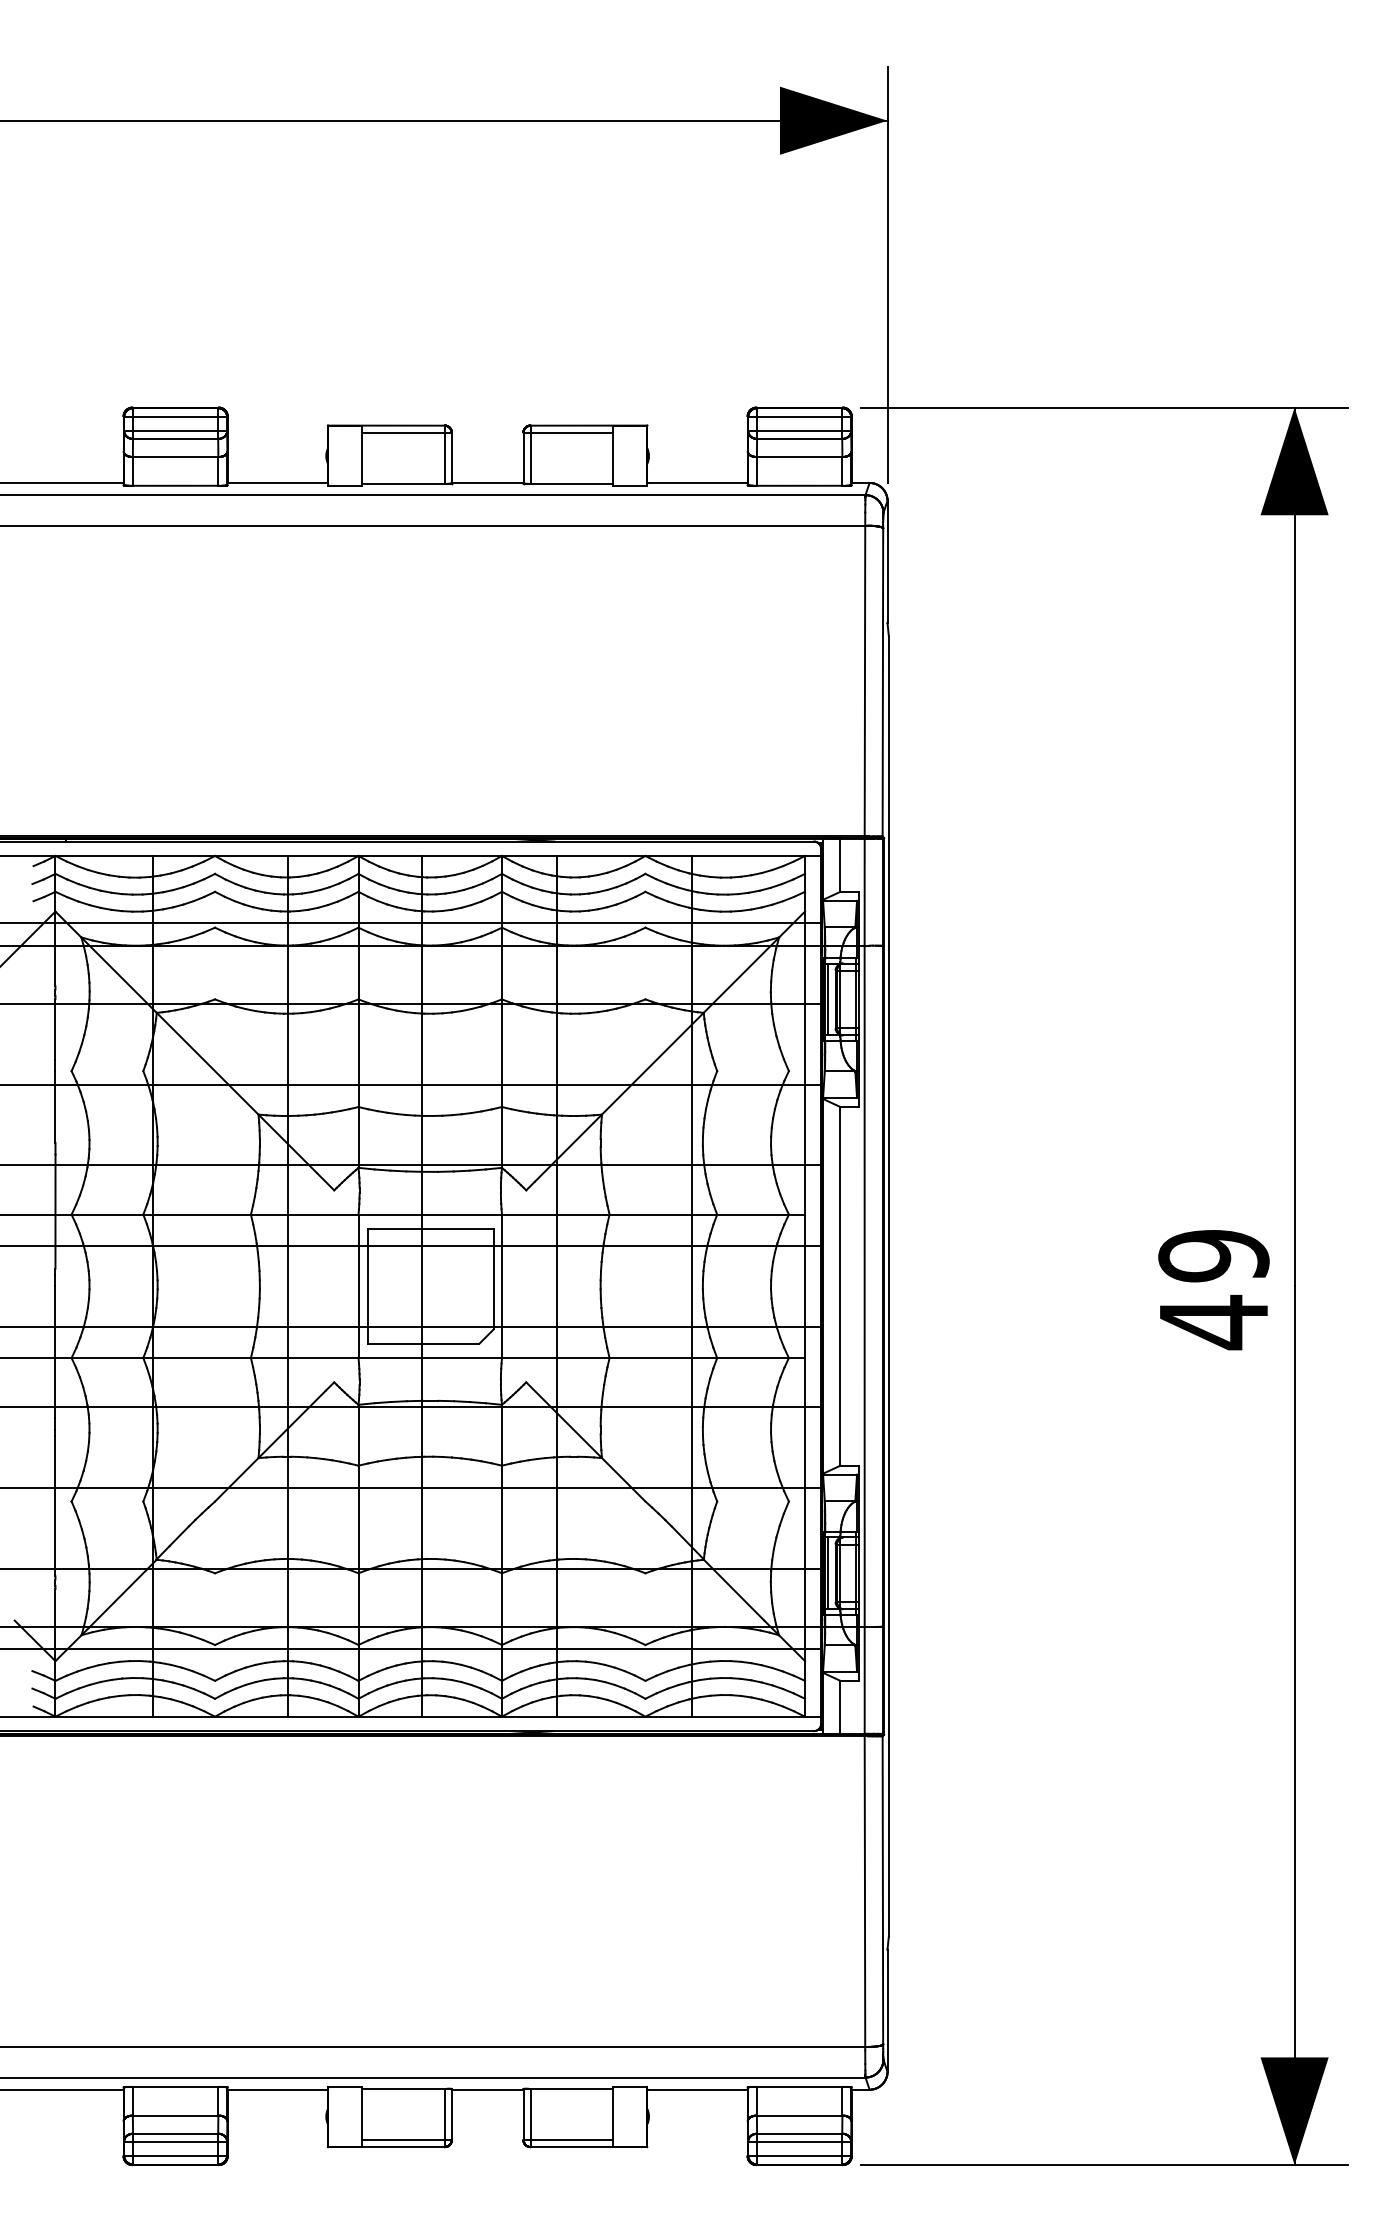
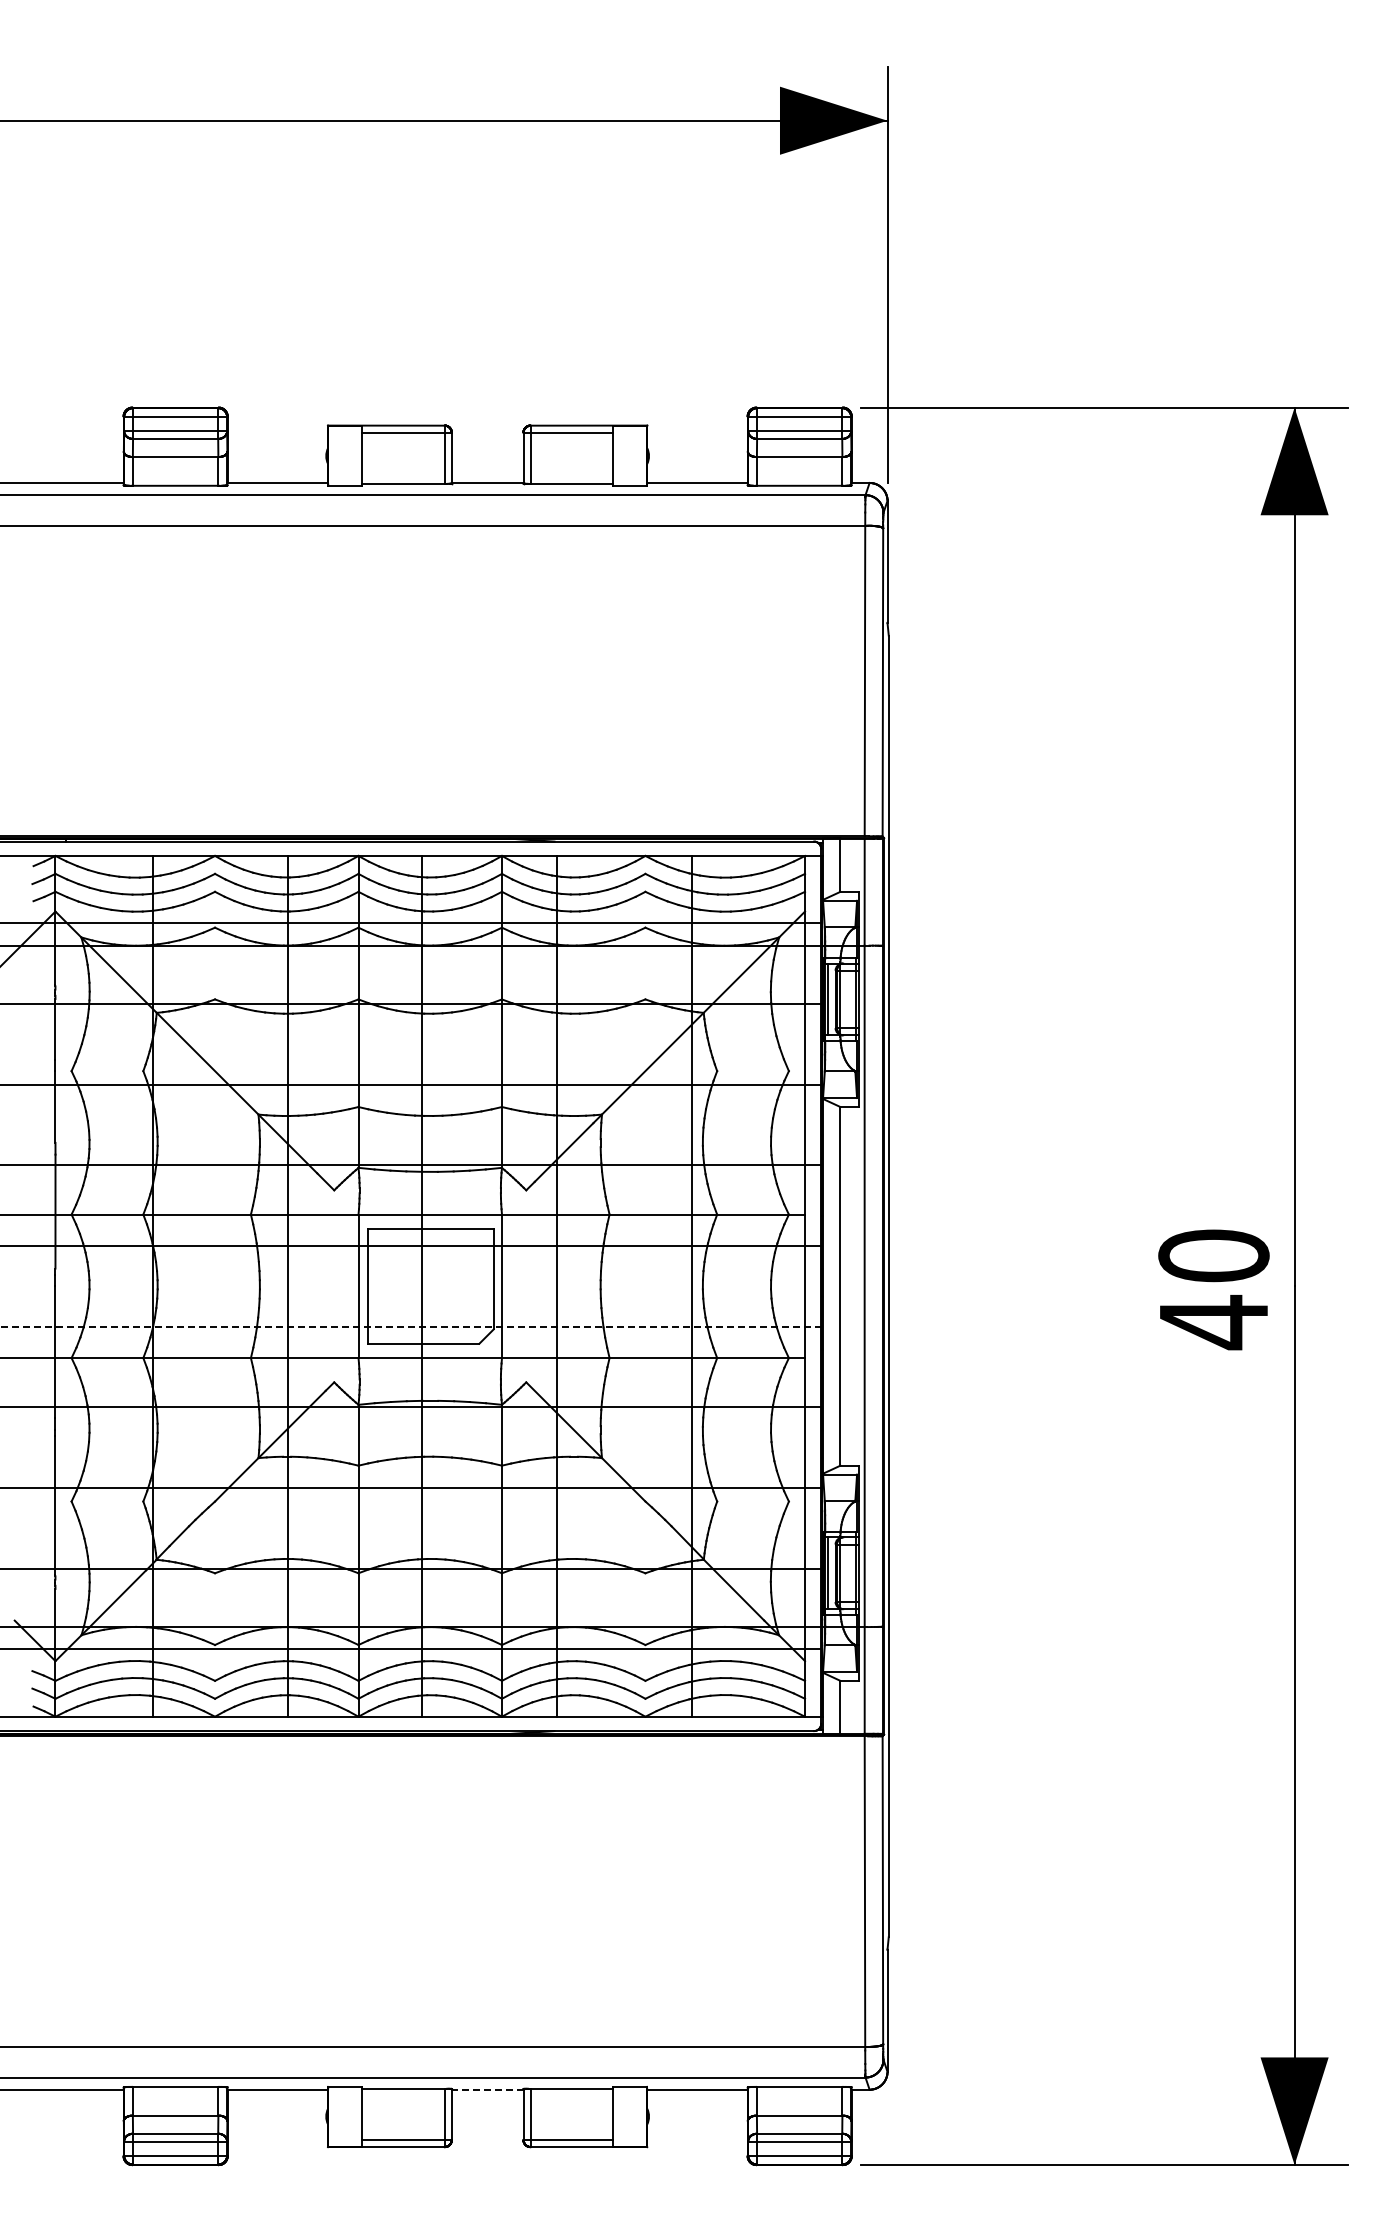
text at (1213, 1255): 49 -> 40
line at (411, 1326): solid -> dashed
line at (487, 2089): solid -> dashed
